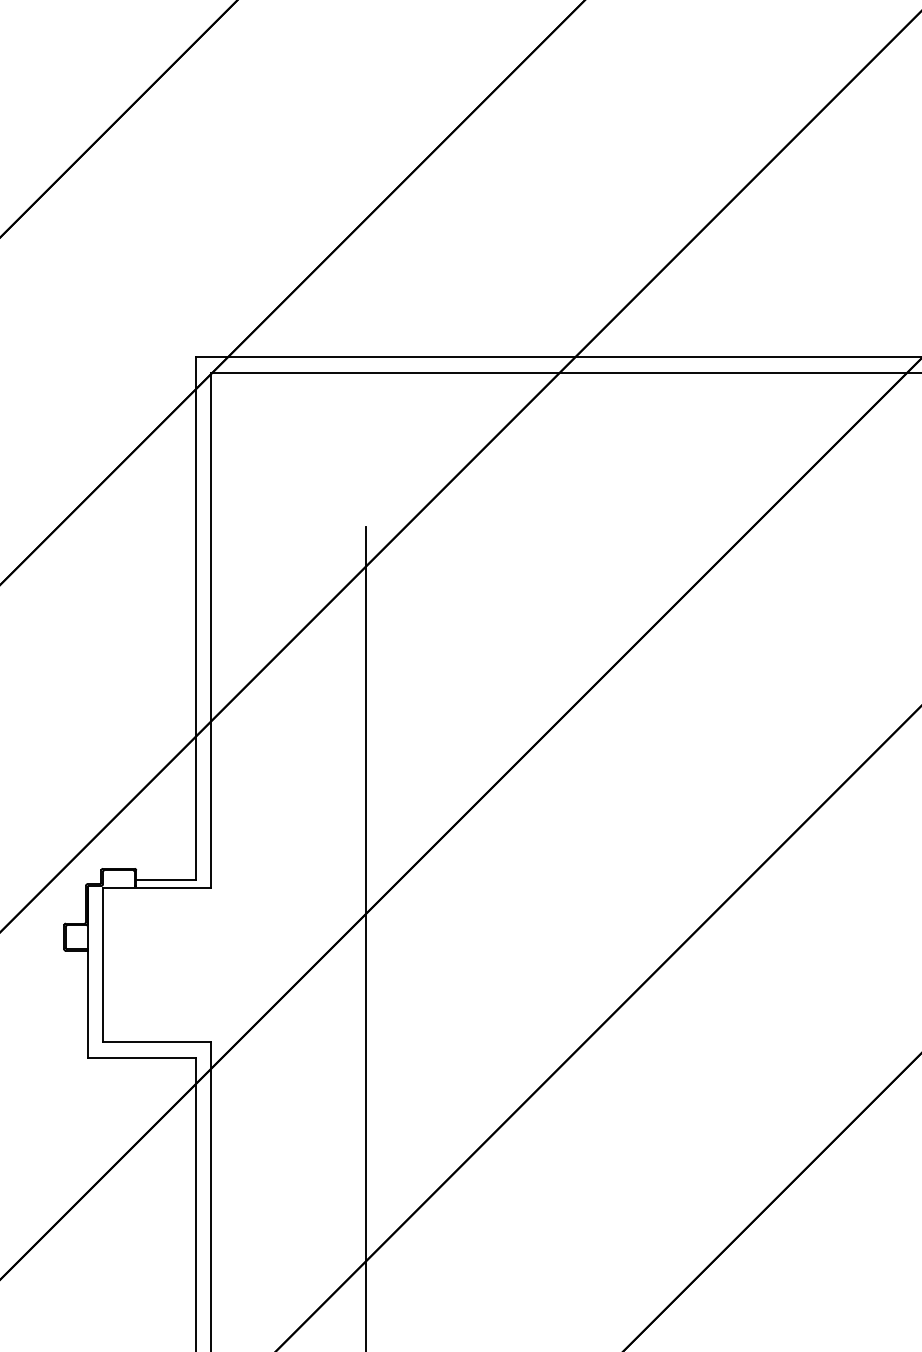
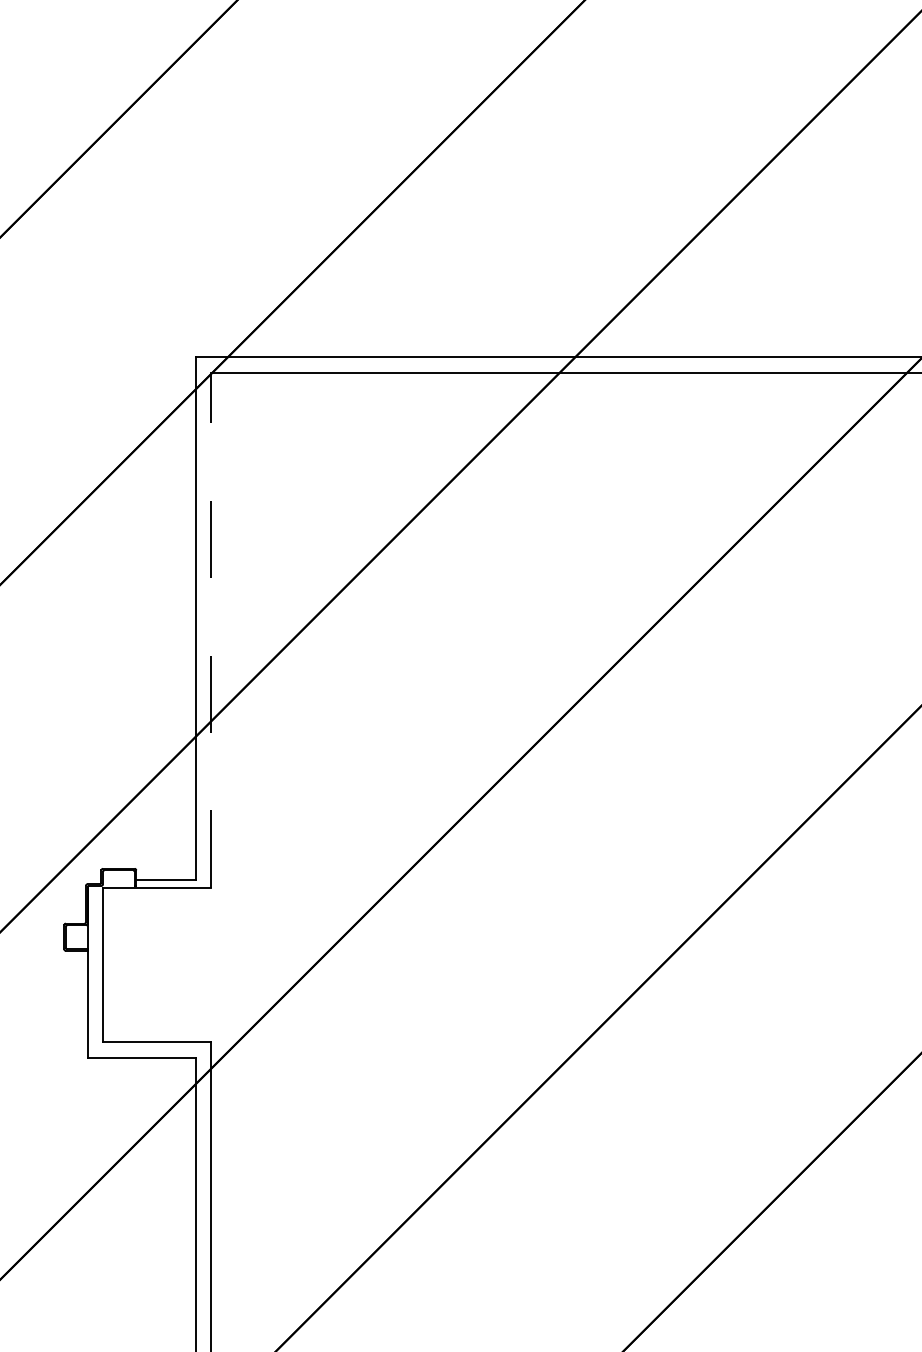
line at (211, 630): solid -> dashed
line at (366, 937): present -> none
